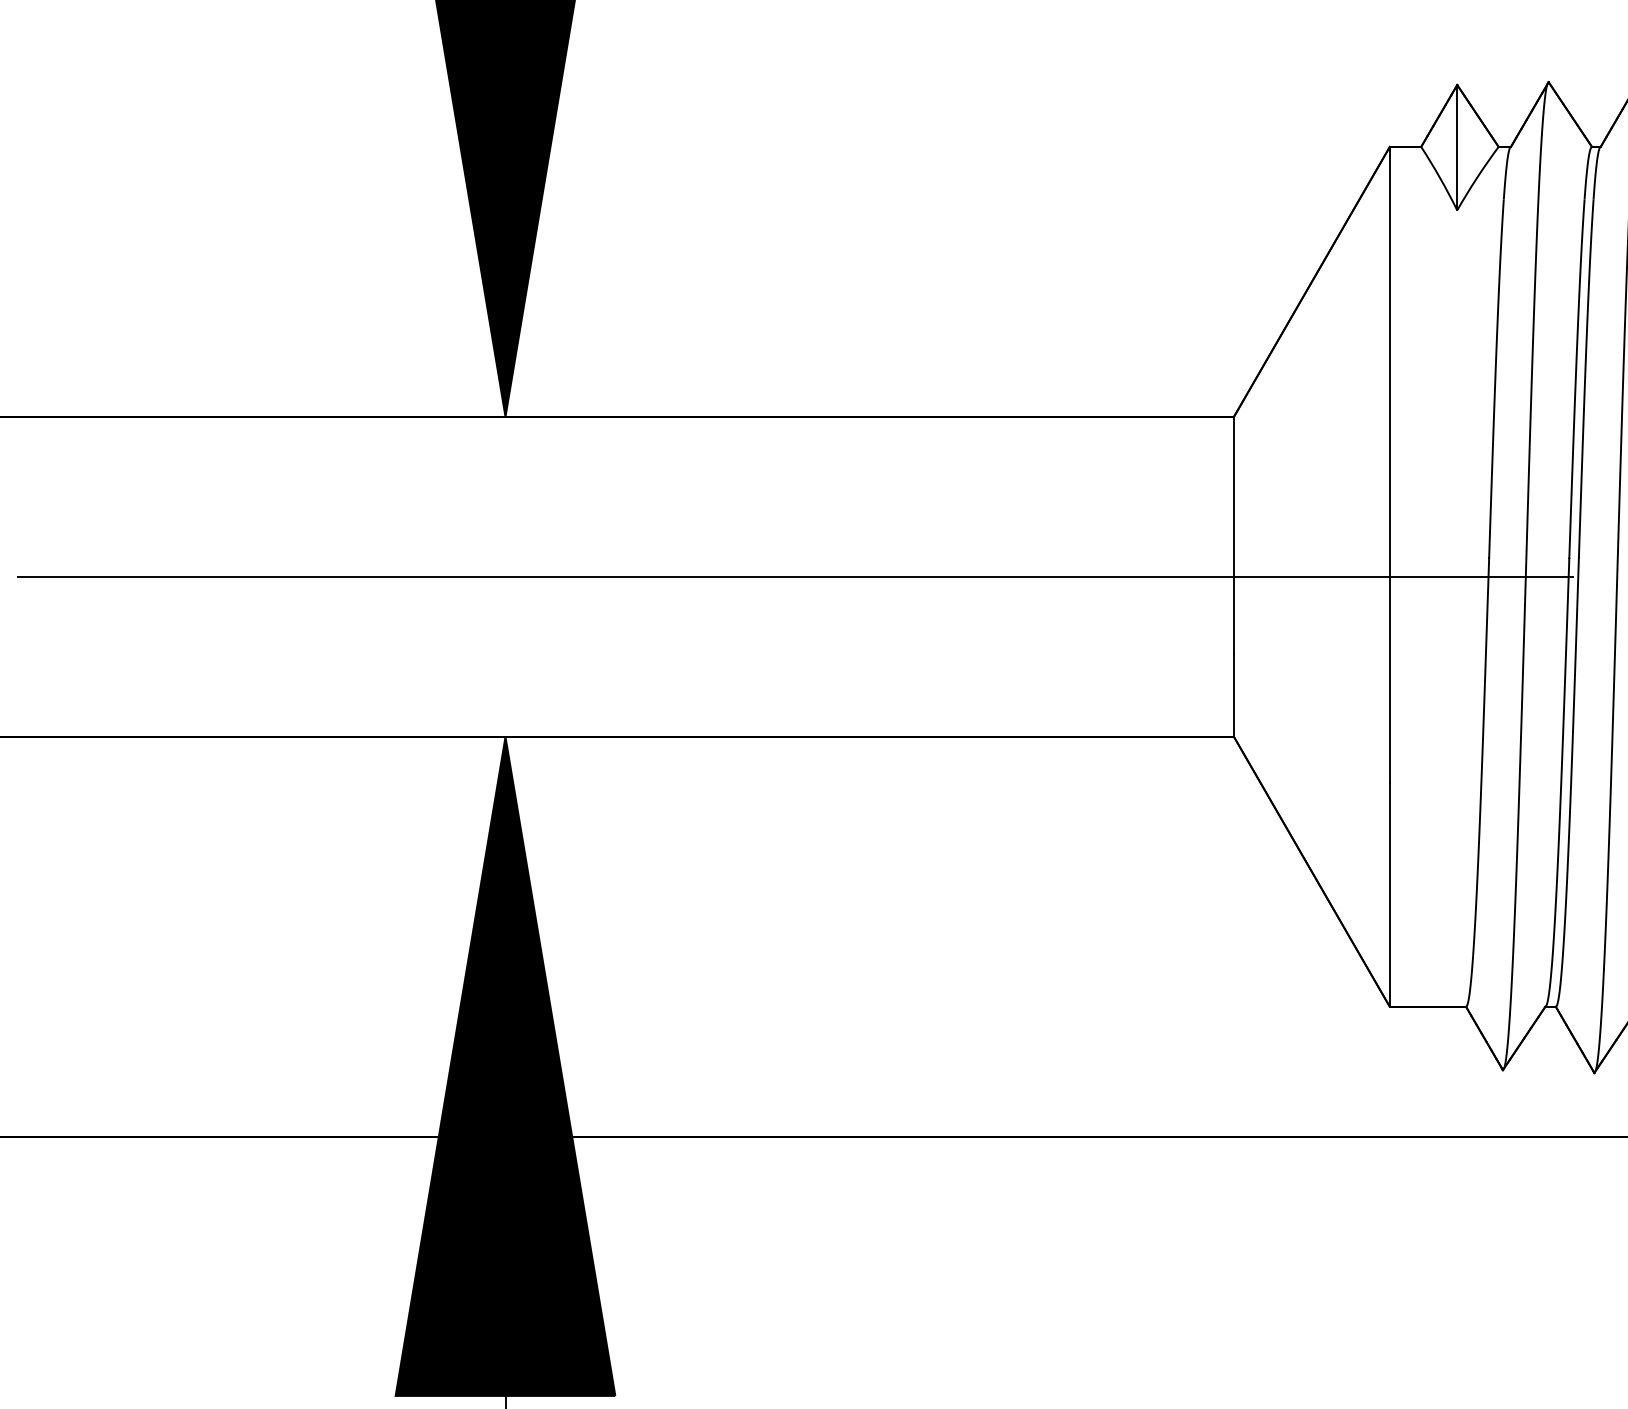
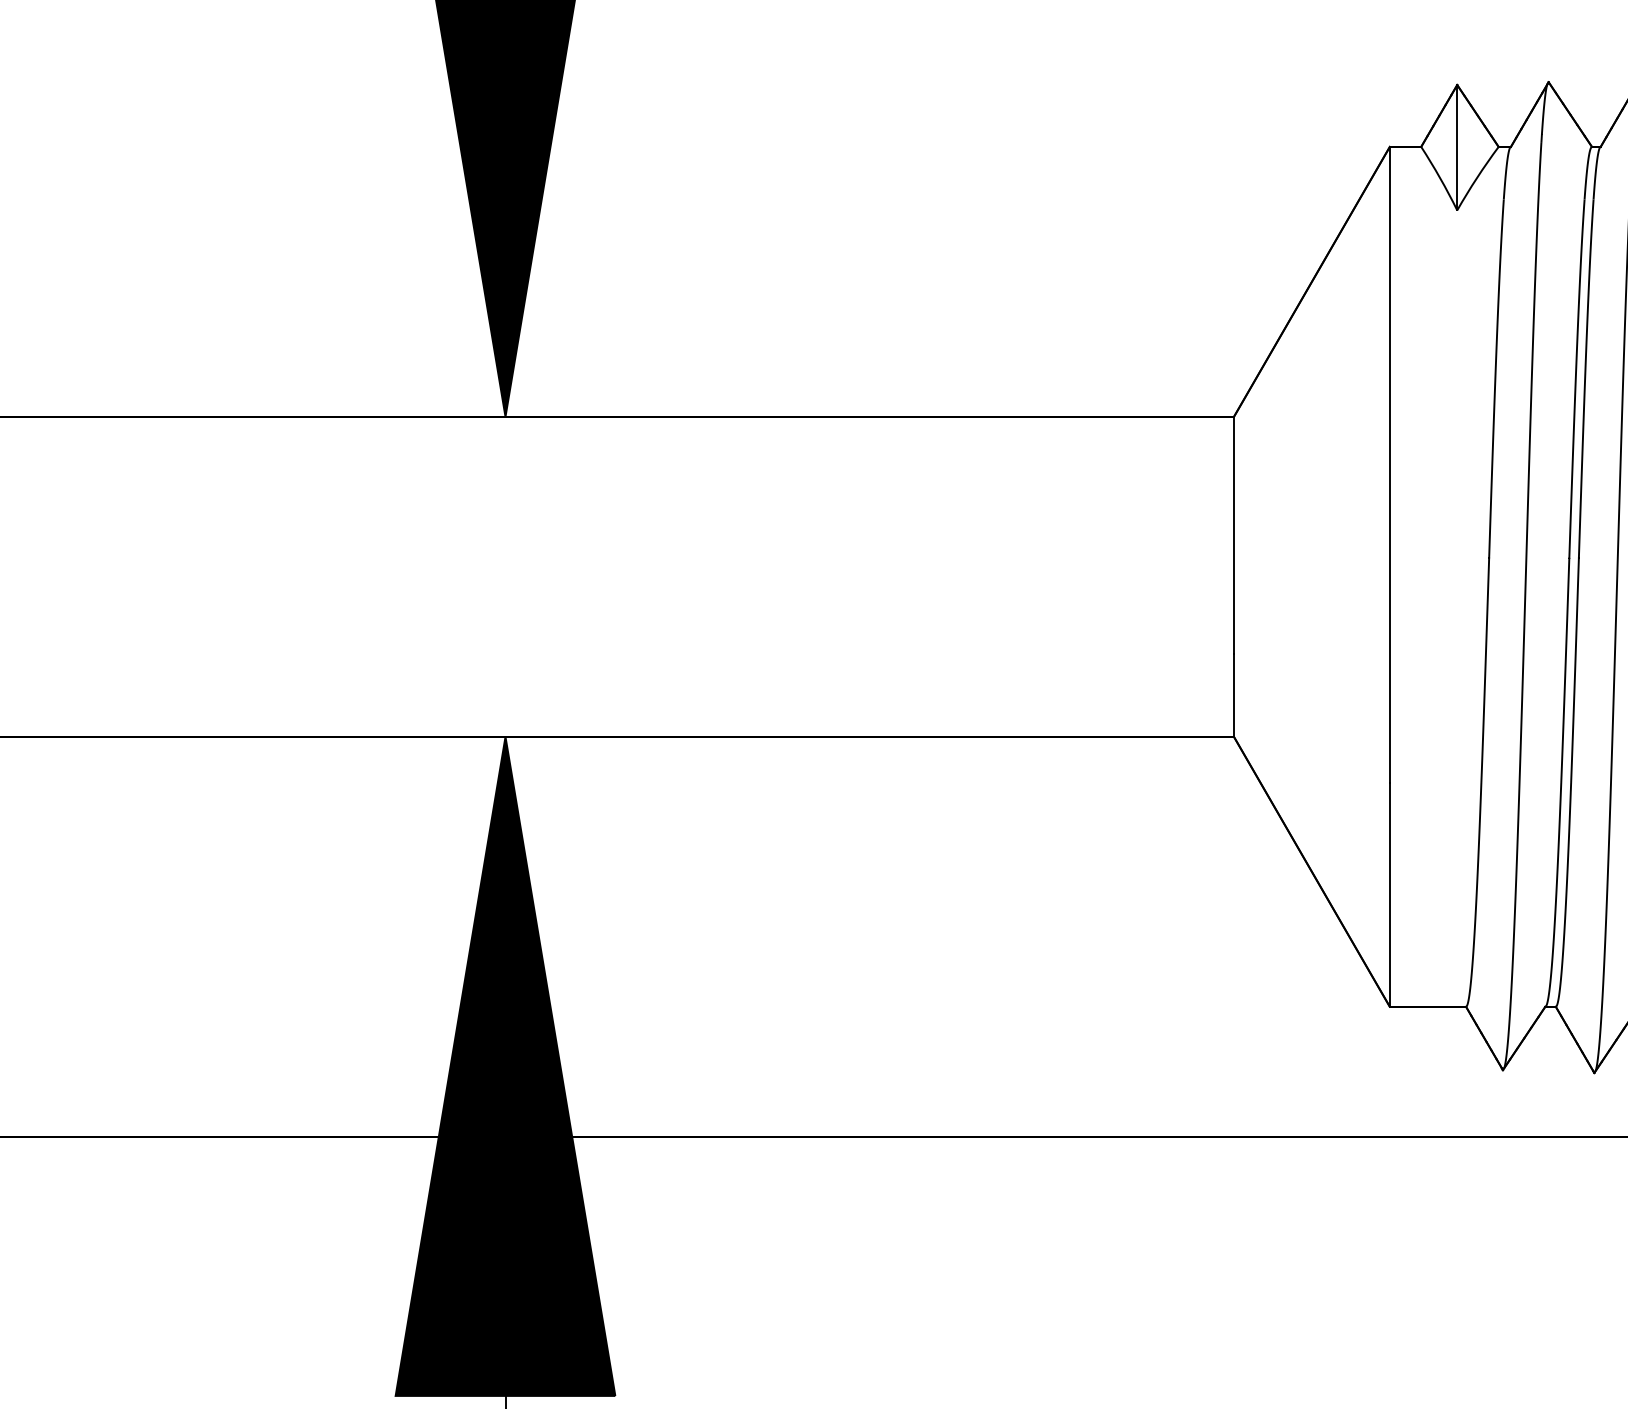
line at (788, 576): present -> none
